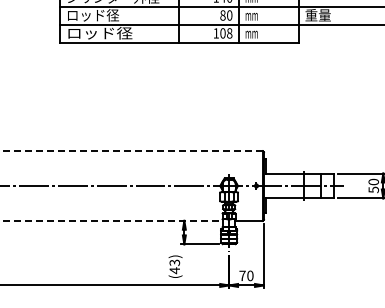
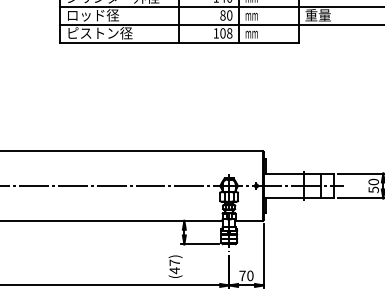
text at (100, 33): ロッド径 -> ピストン径
line at (132, 151): dashed -> solid
line at (112, 220): dashed -> solid
text at (174, 262): (43) -> (47)
